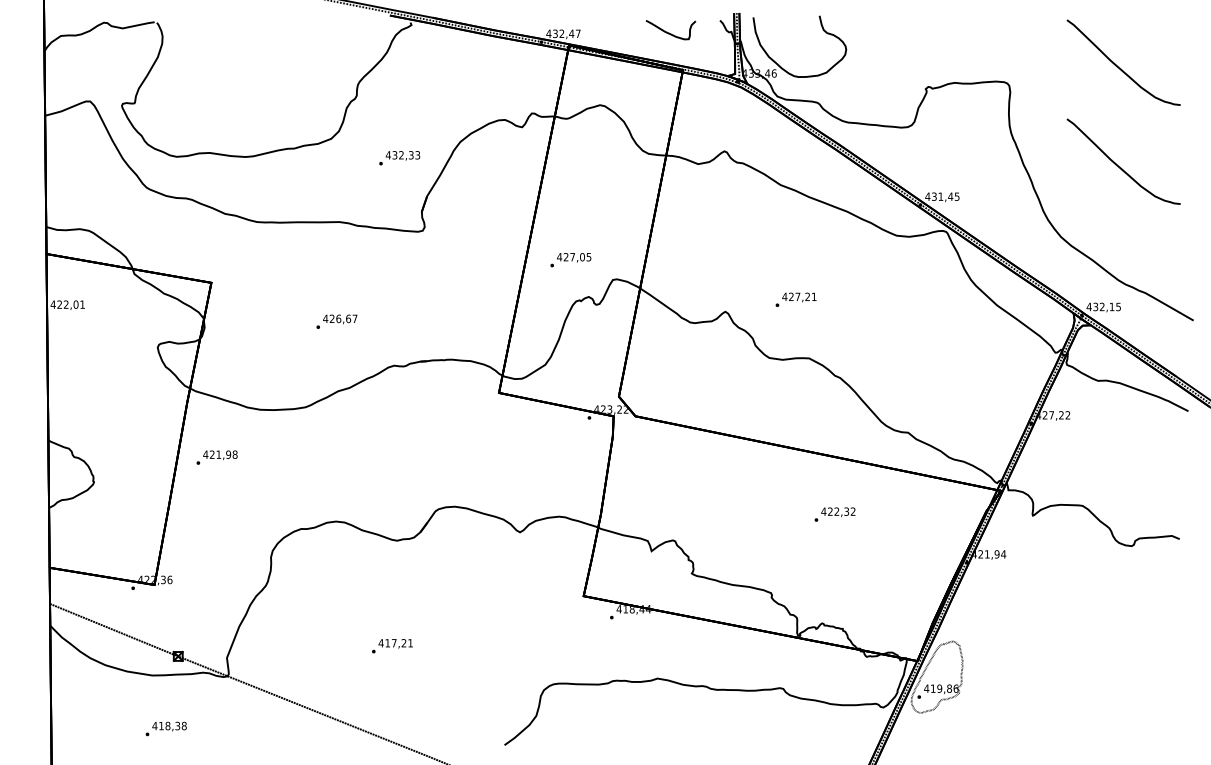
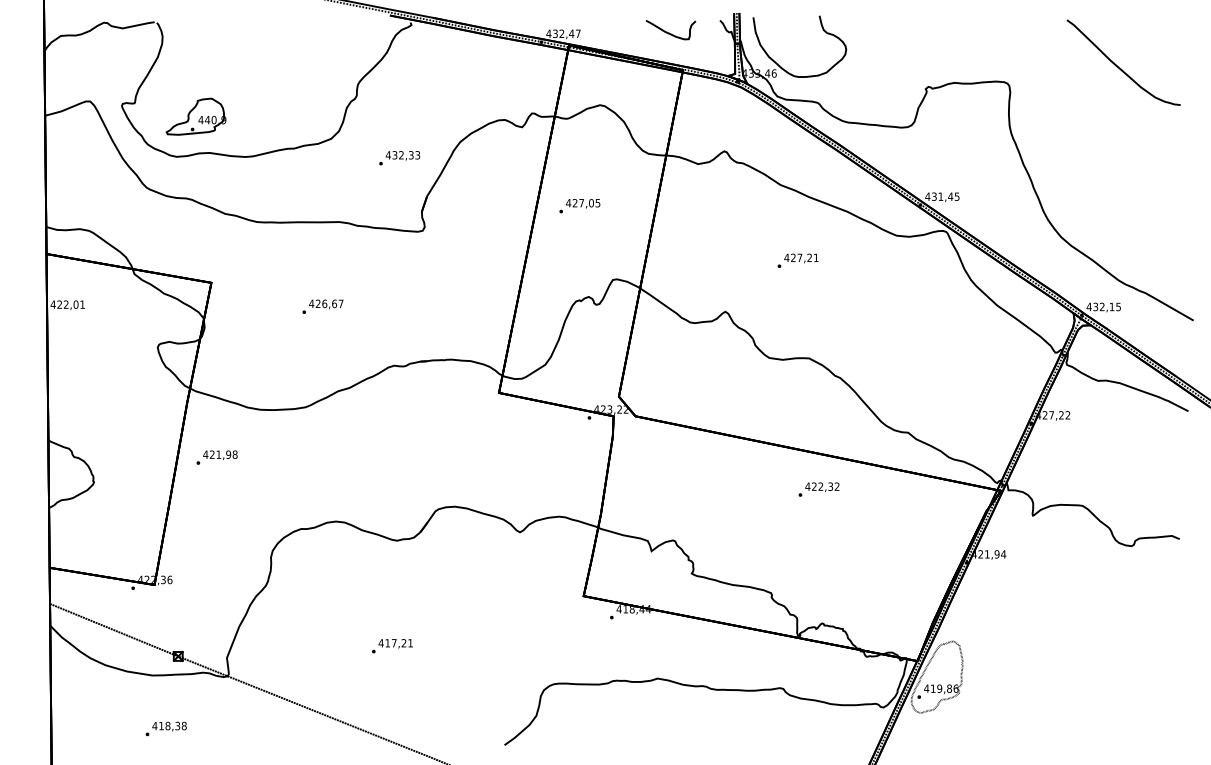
part at (195, 116): none -> present
curve at (1120, 166): present -> none
text at (570, 260) position: (570, 260) -> (579, 206)
text at (795, 299) position: (795, 299) -> (797, 260)
text at (336, 321) position: (336, 321) -> (322, 306)
text at (834, 514) position: (834, 514) -> (818, 489)
